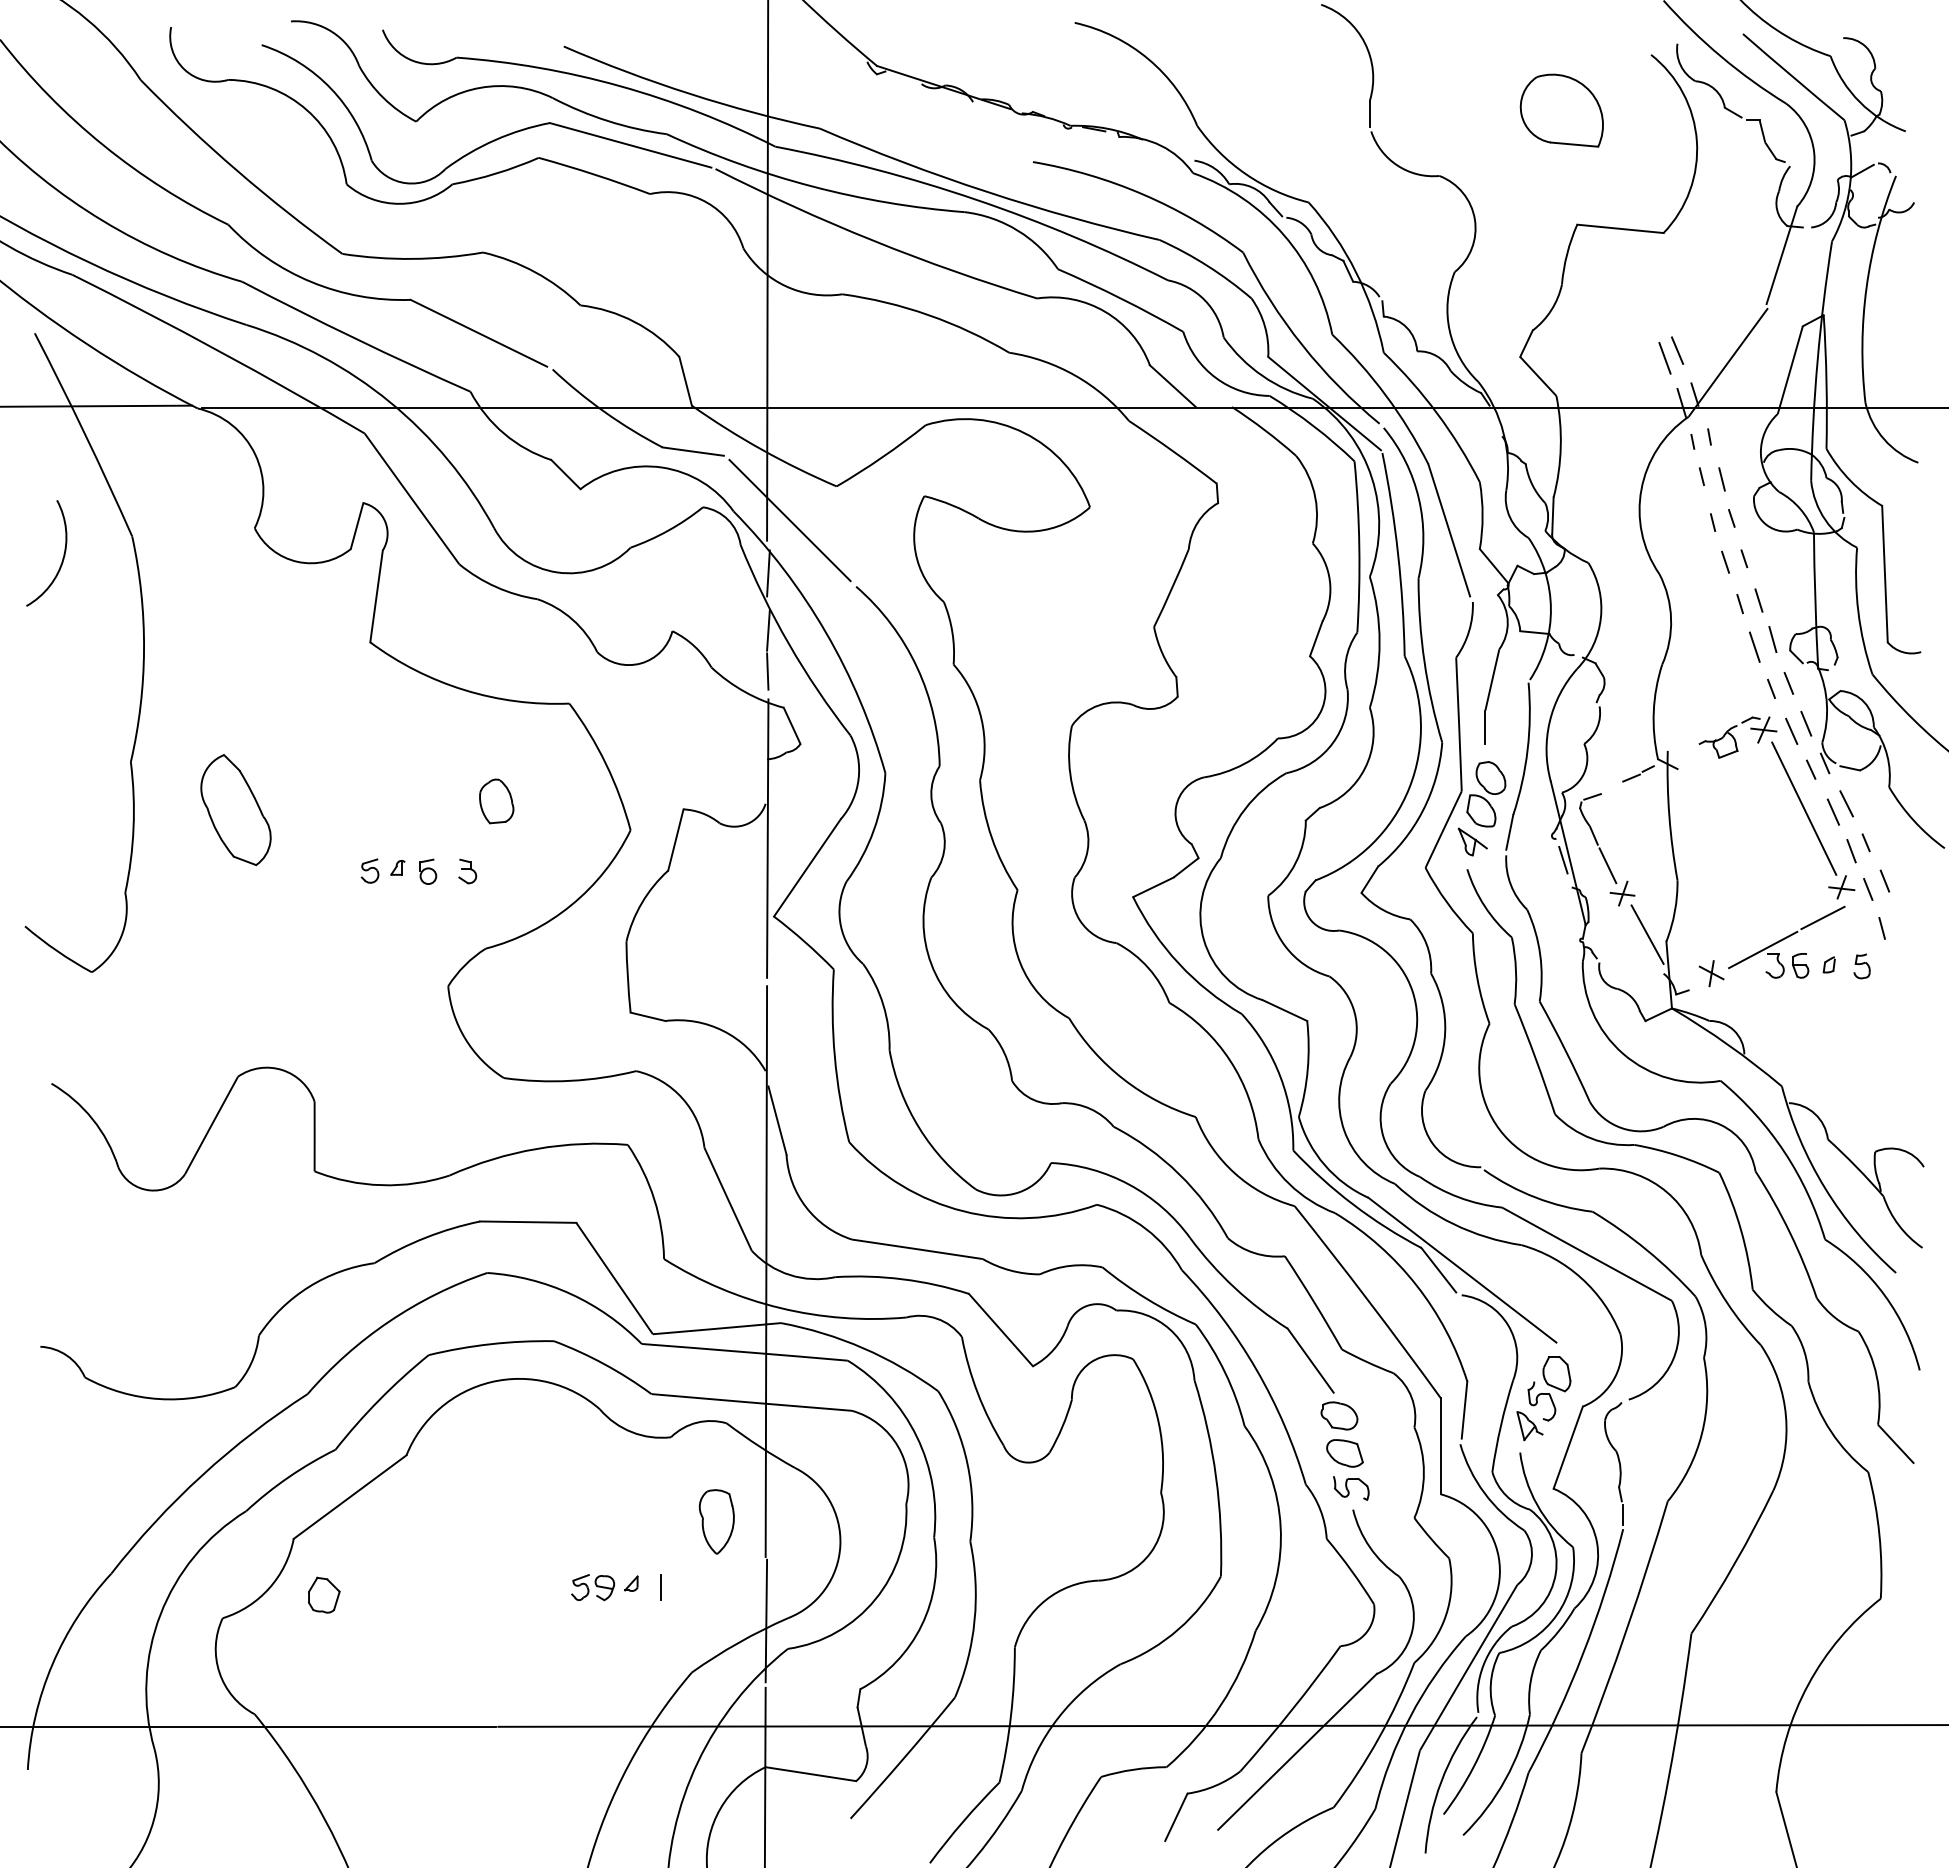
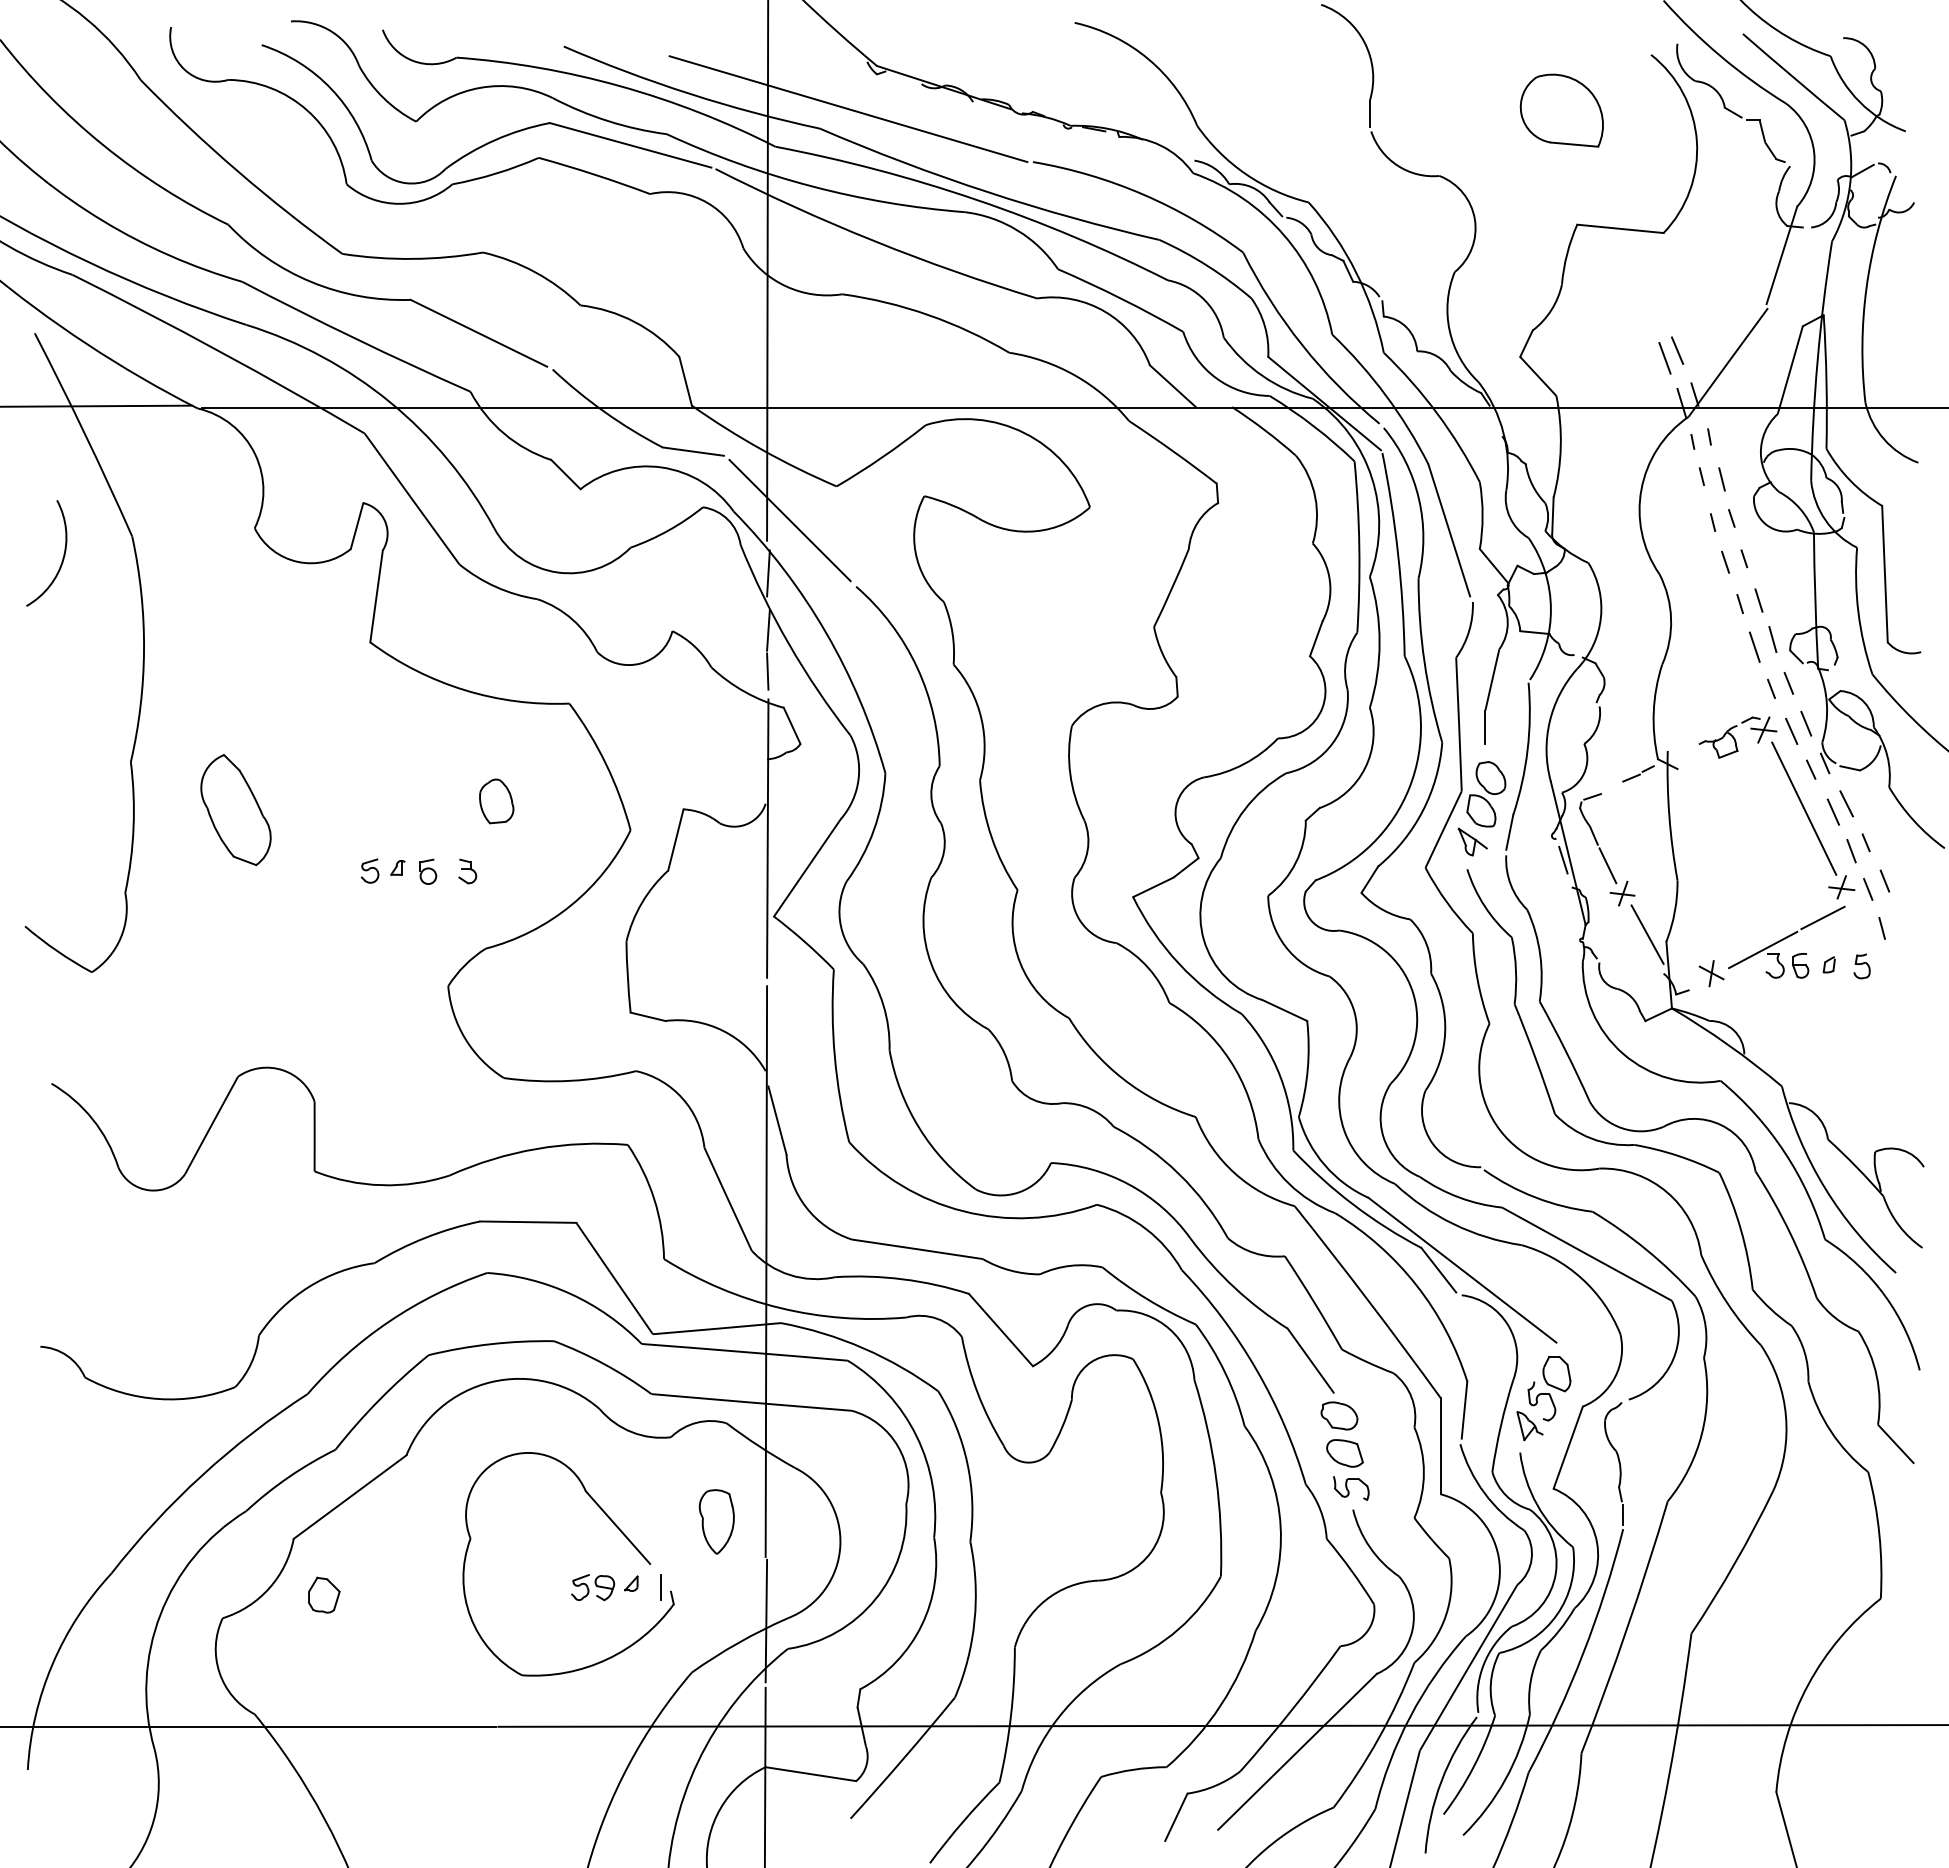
line at (848, 109): none -> present
part at (613, 1524): none -> present
